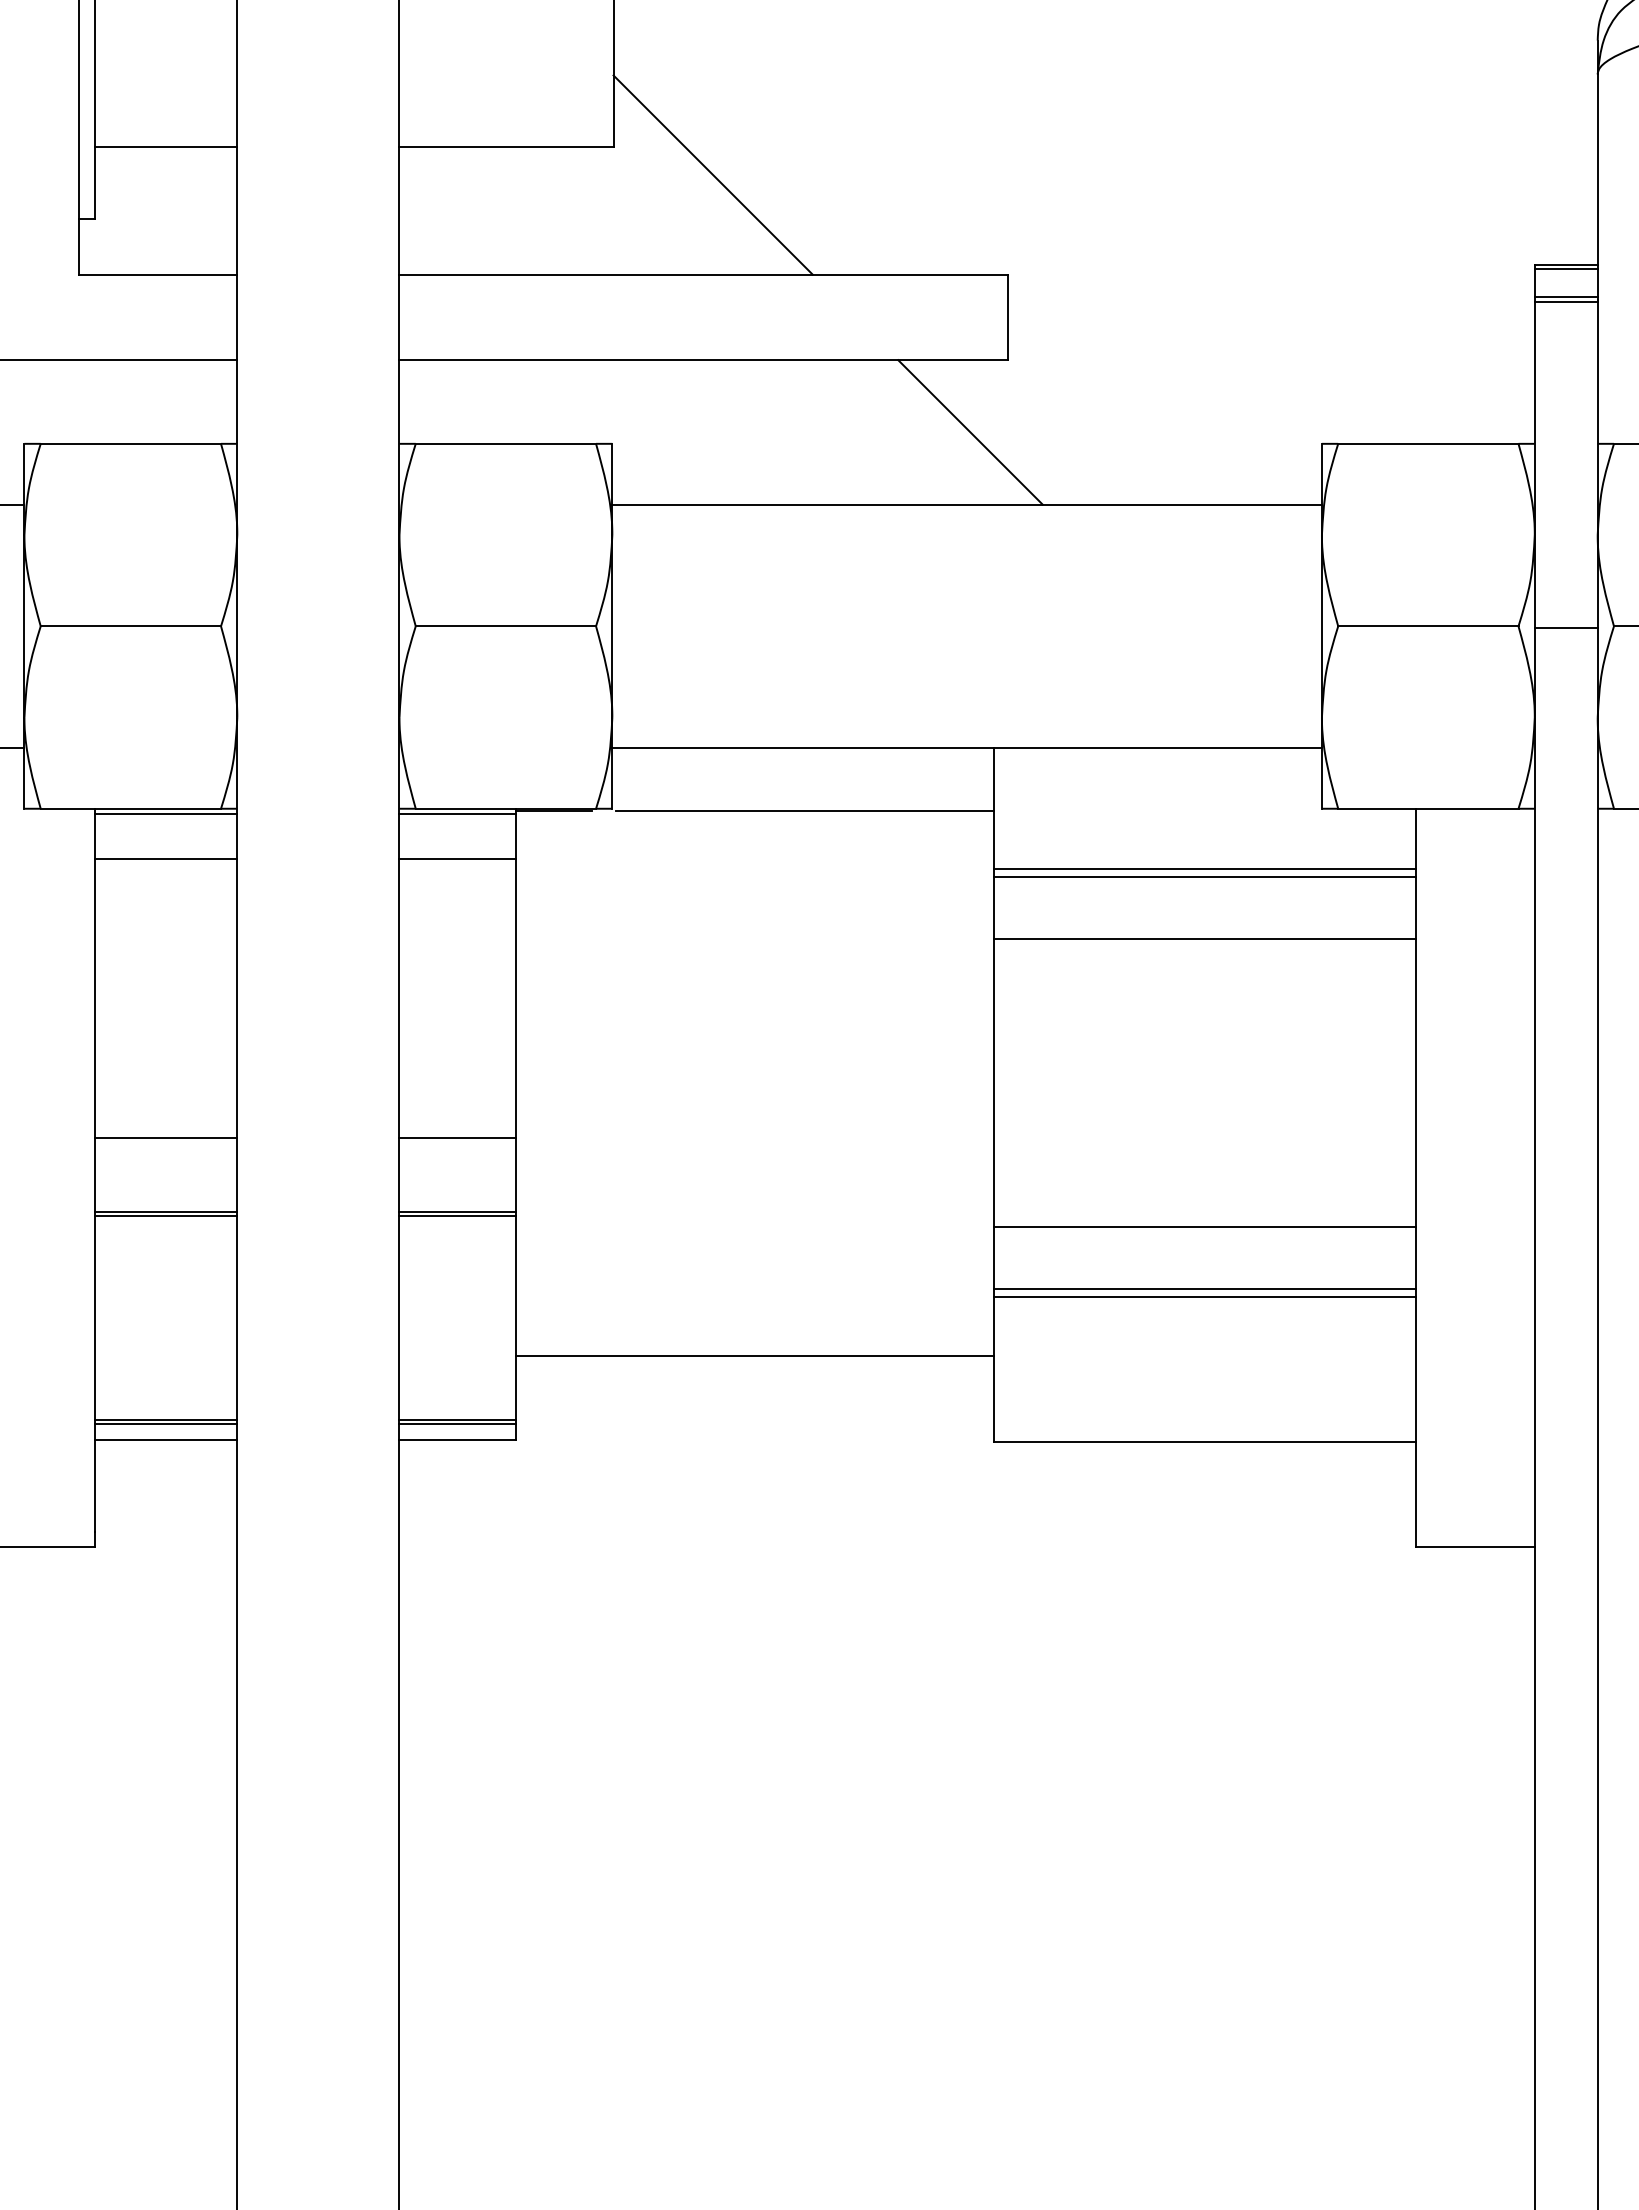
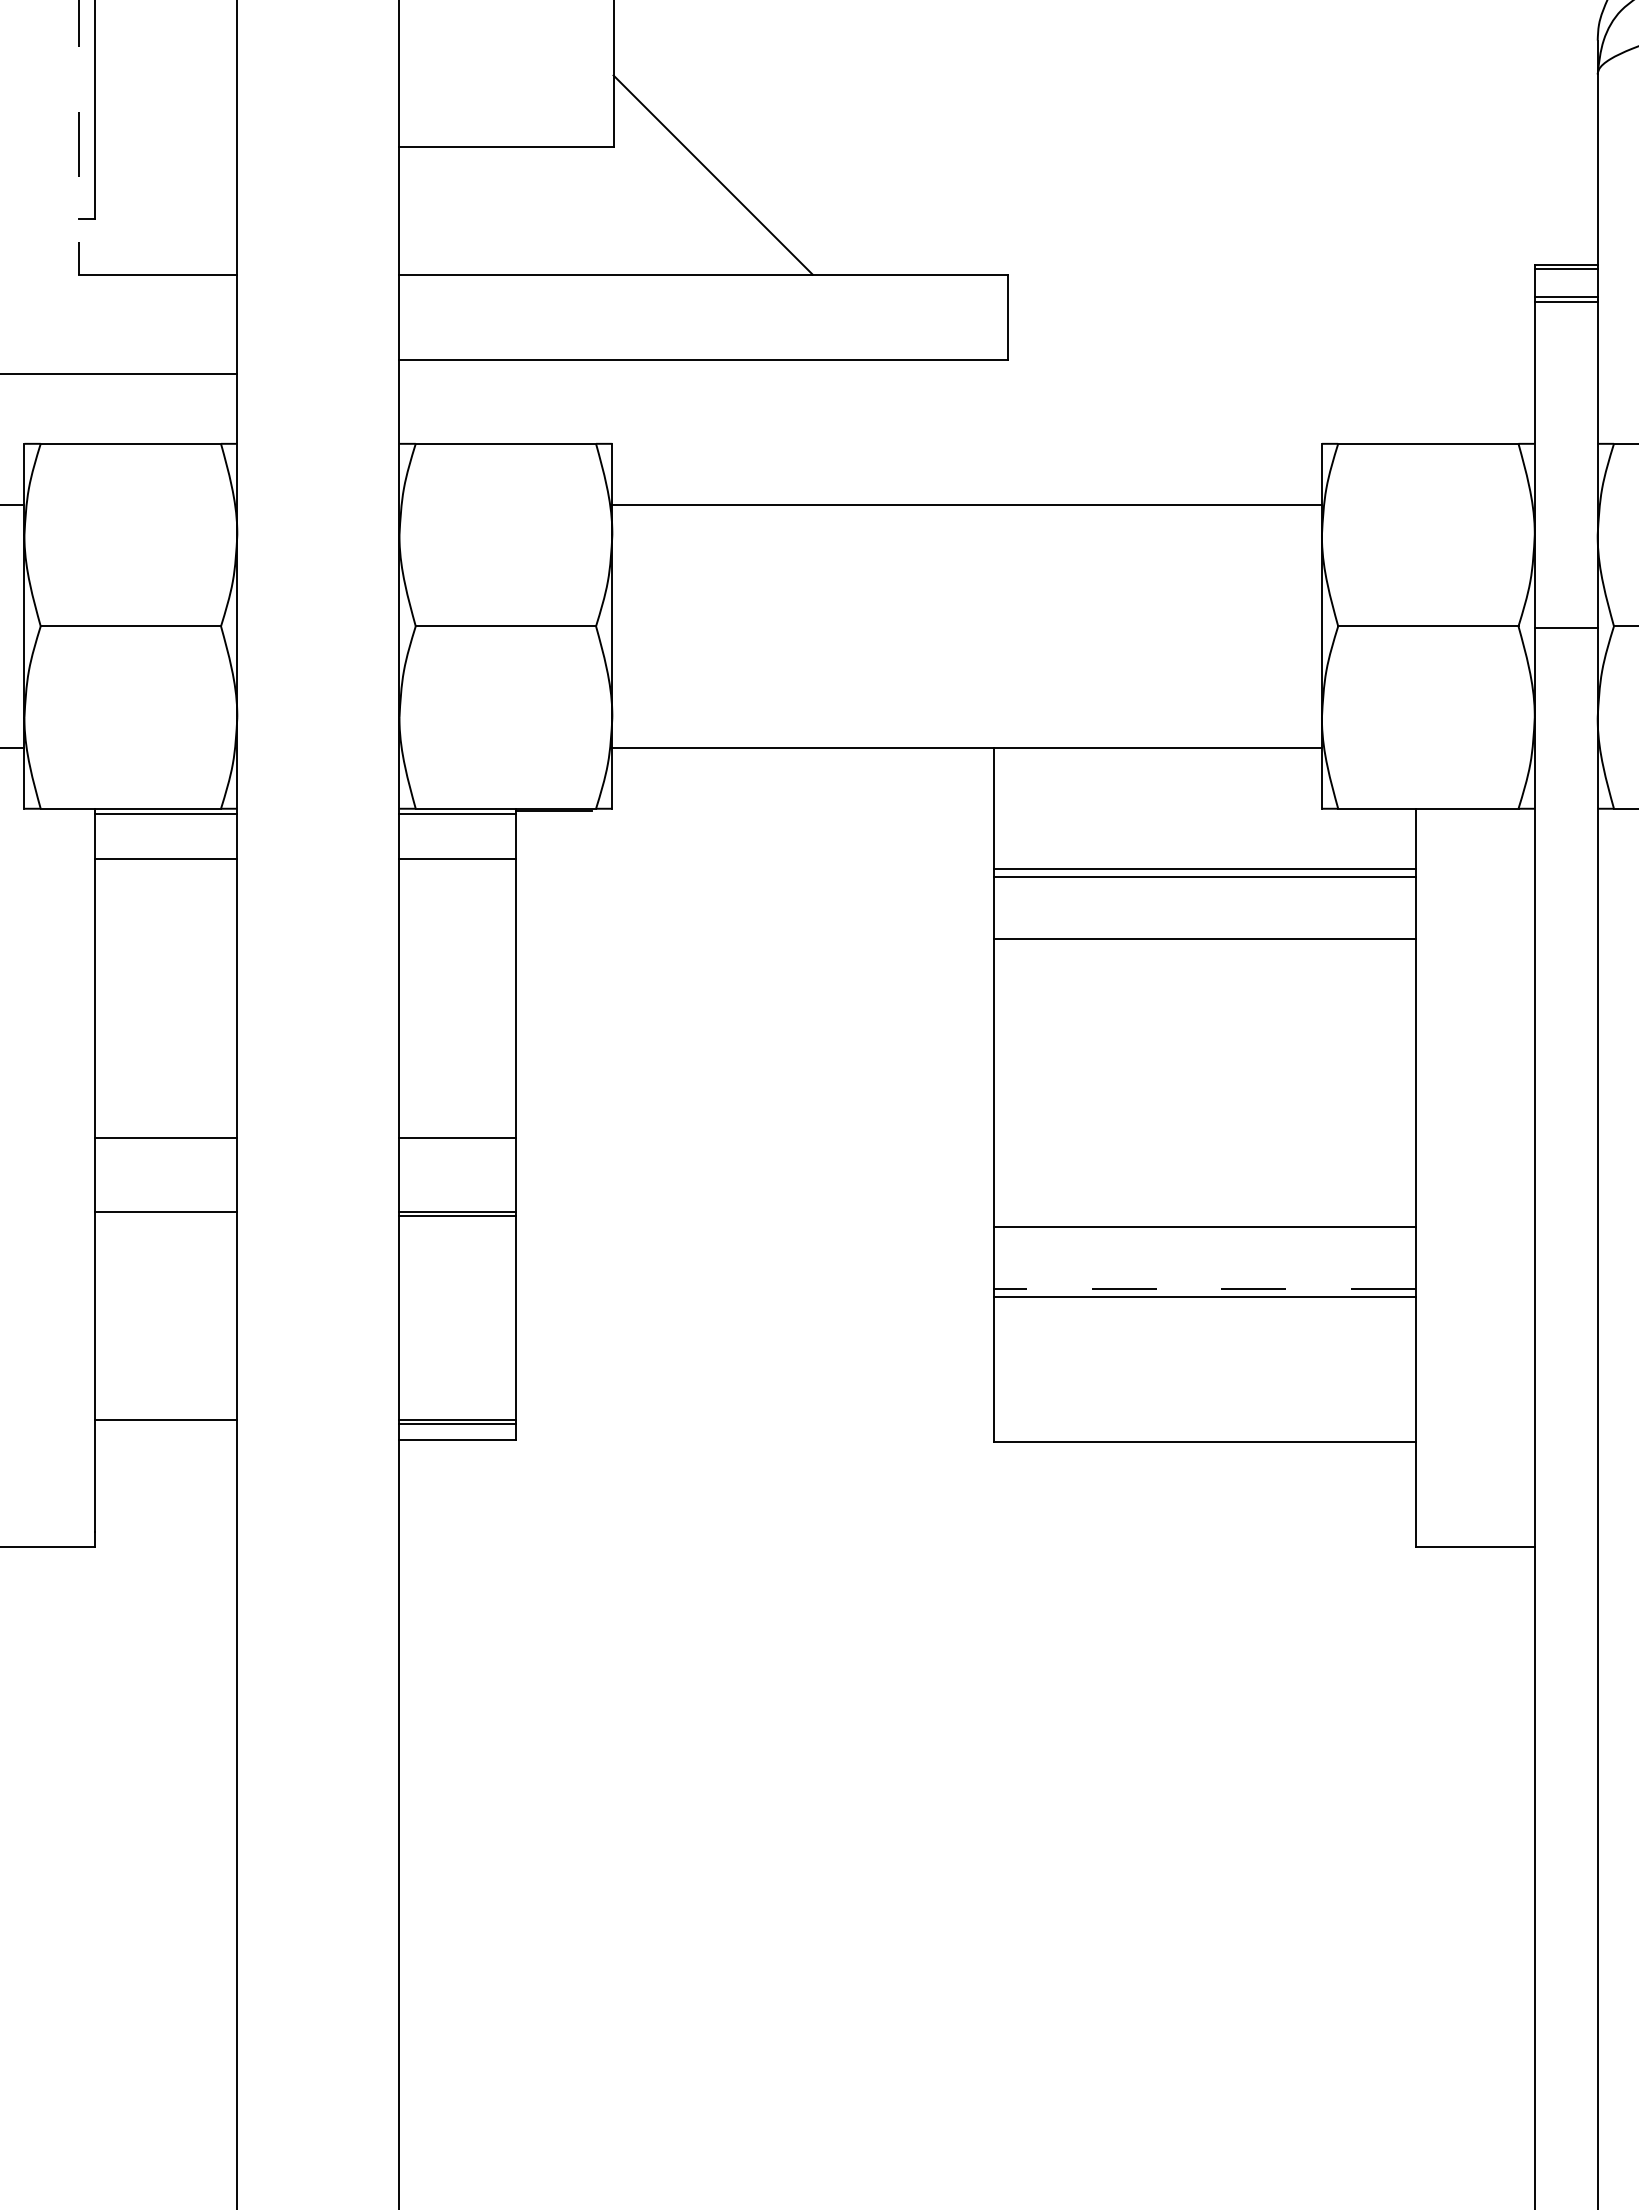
line at (78, 138): solid -> dashed
line at (165, 147): present -> none
line at (119, 360) position: (119, 360) -> (119, 374)
line at (970, 432): present -> none
line at (805, 810): present -> none
line at (165, 1216): present -> none
line at (1205, 1288): solid -> dashed
line at (755, 1355): present -> none
line at (165, 1423): present -> none
line at (165, 1440): present -> none
